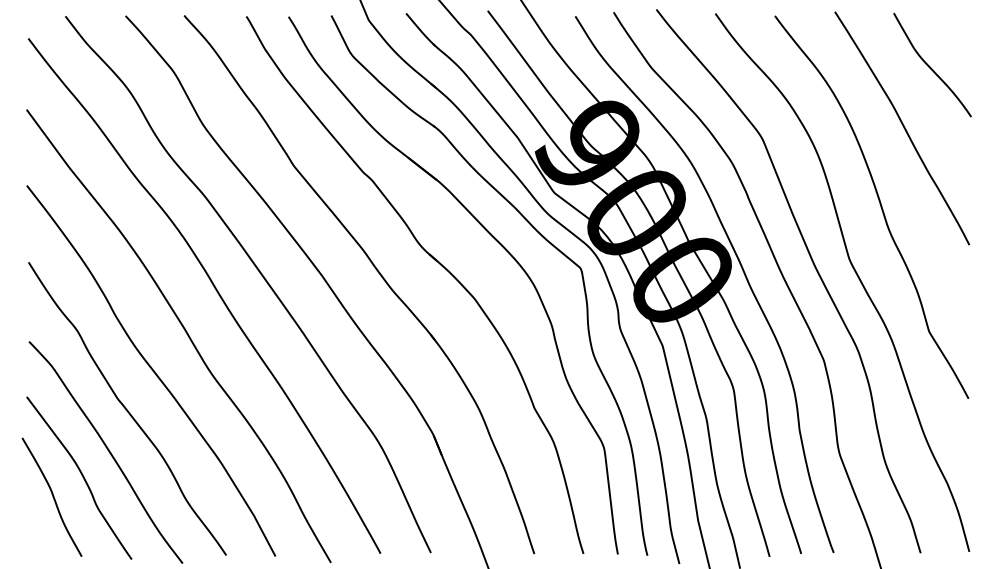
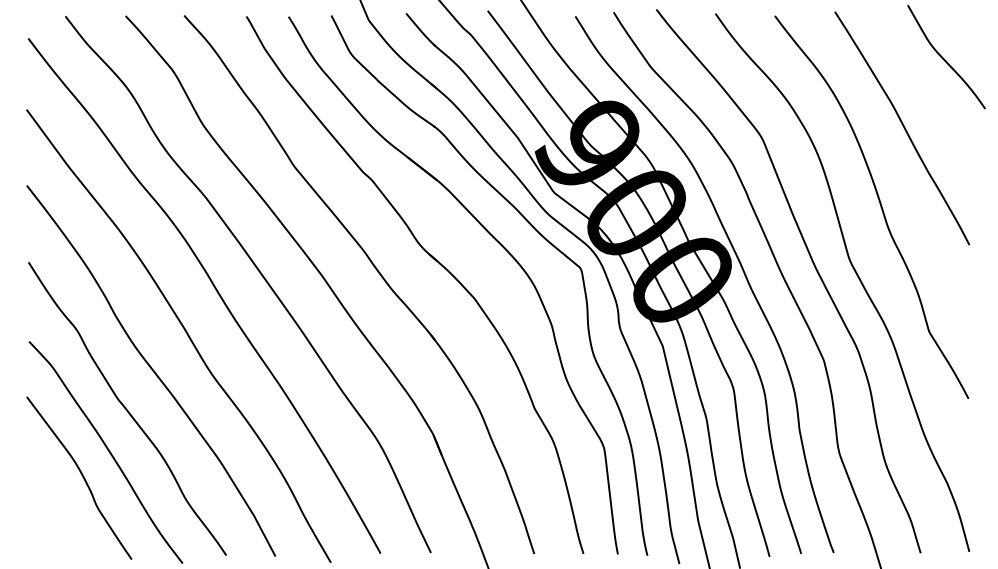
curve at (930, 66) position: (930, 66) -> (944, 58)
curve at (52, 496): present -> none
